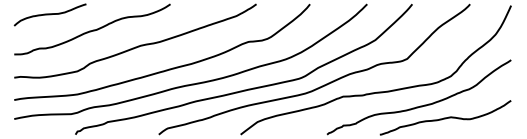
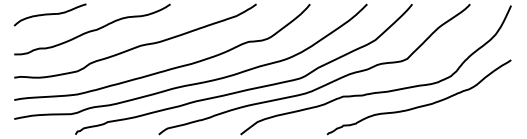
curve at (445, 117): present -> none
